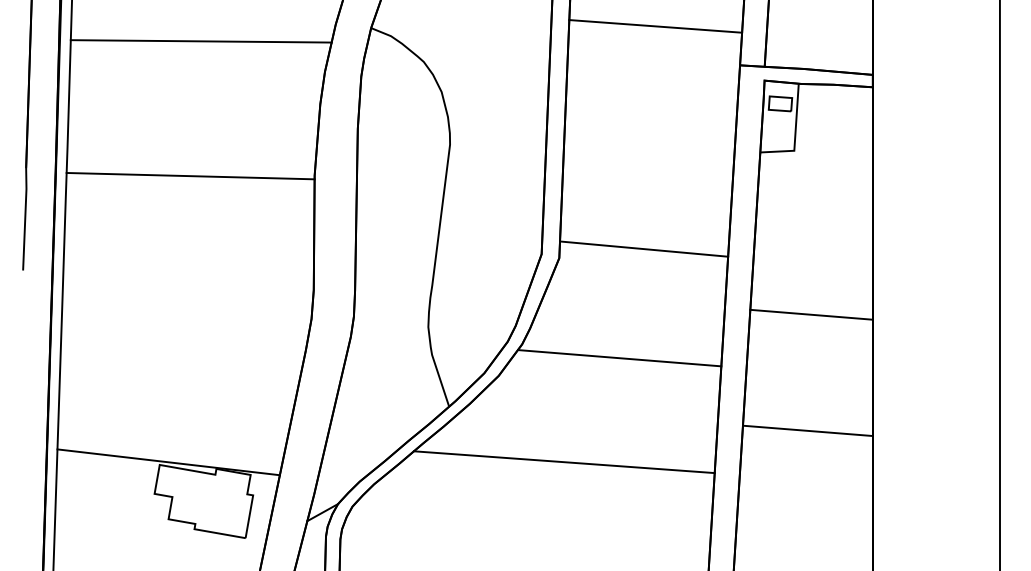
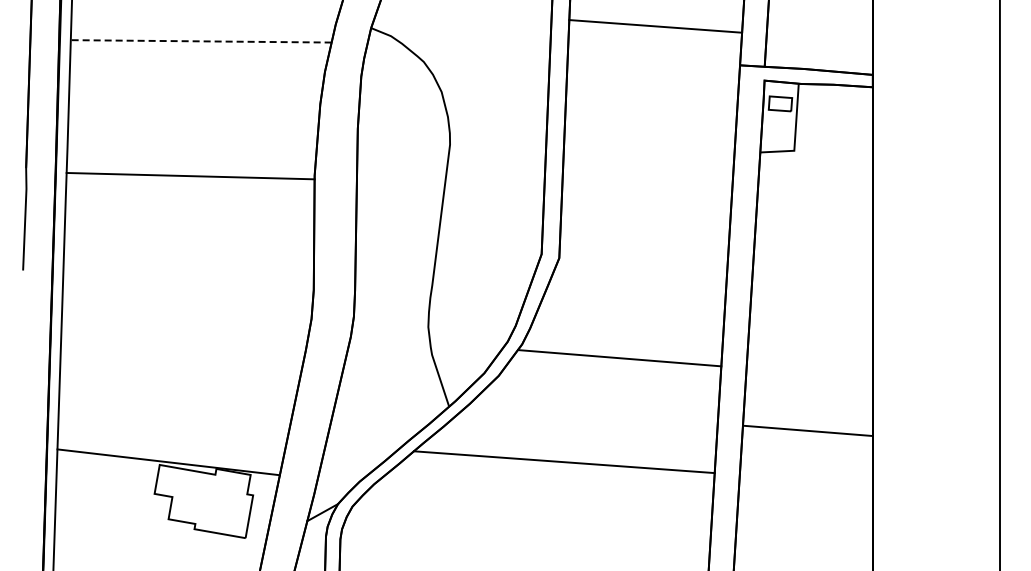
line at (200, 41): solid -> dashed
line at (644, 248): present -> none
line at (811, 314): present -> none
